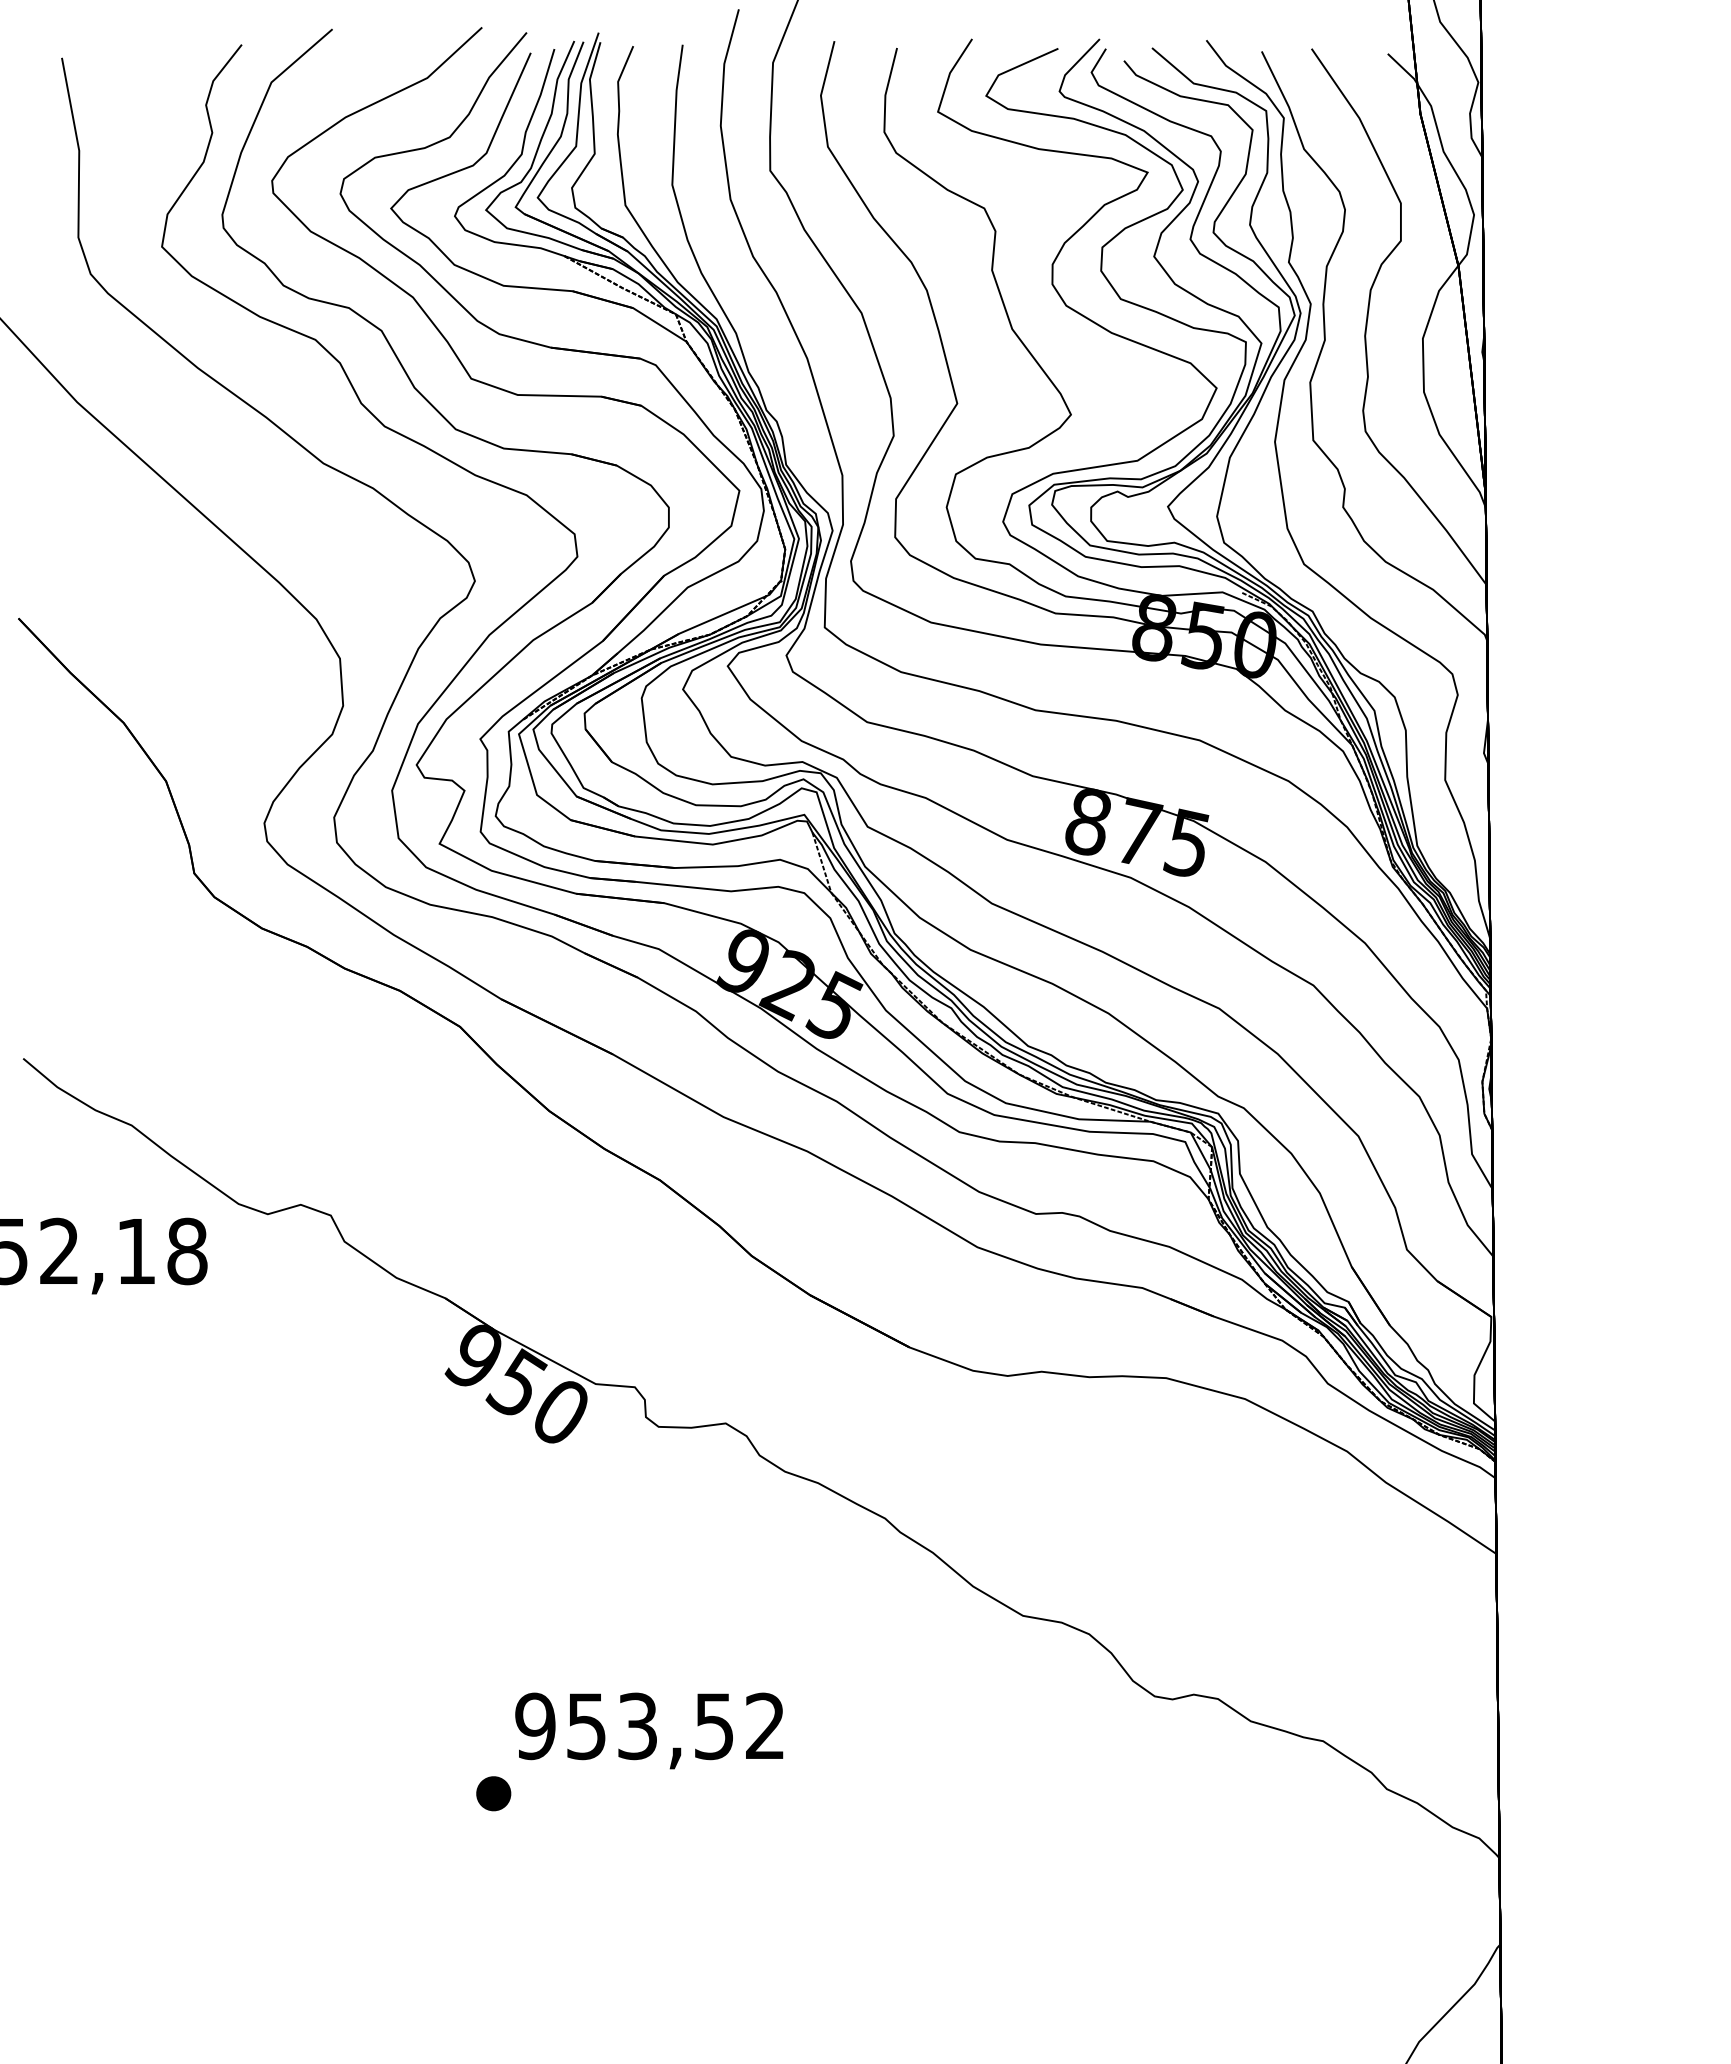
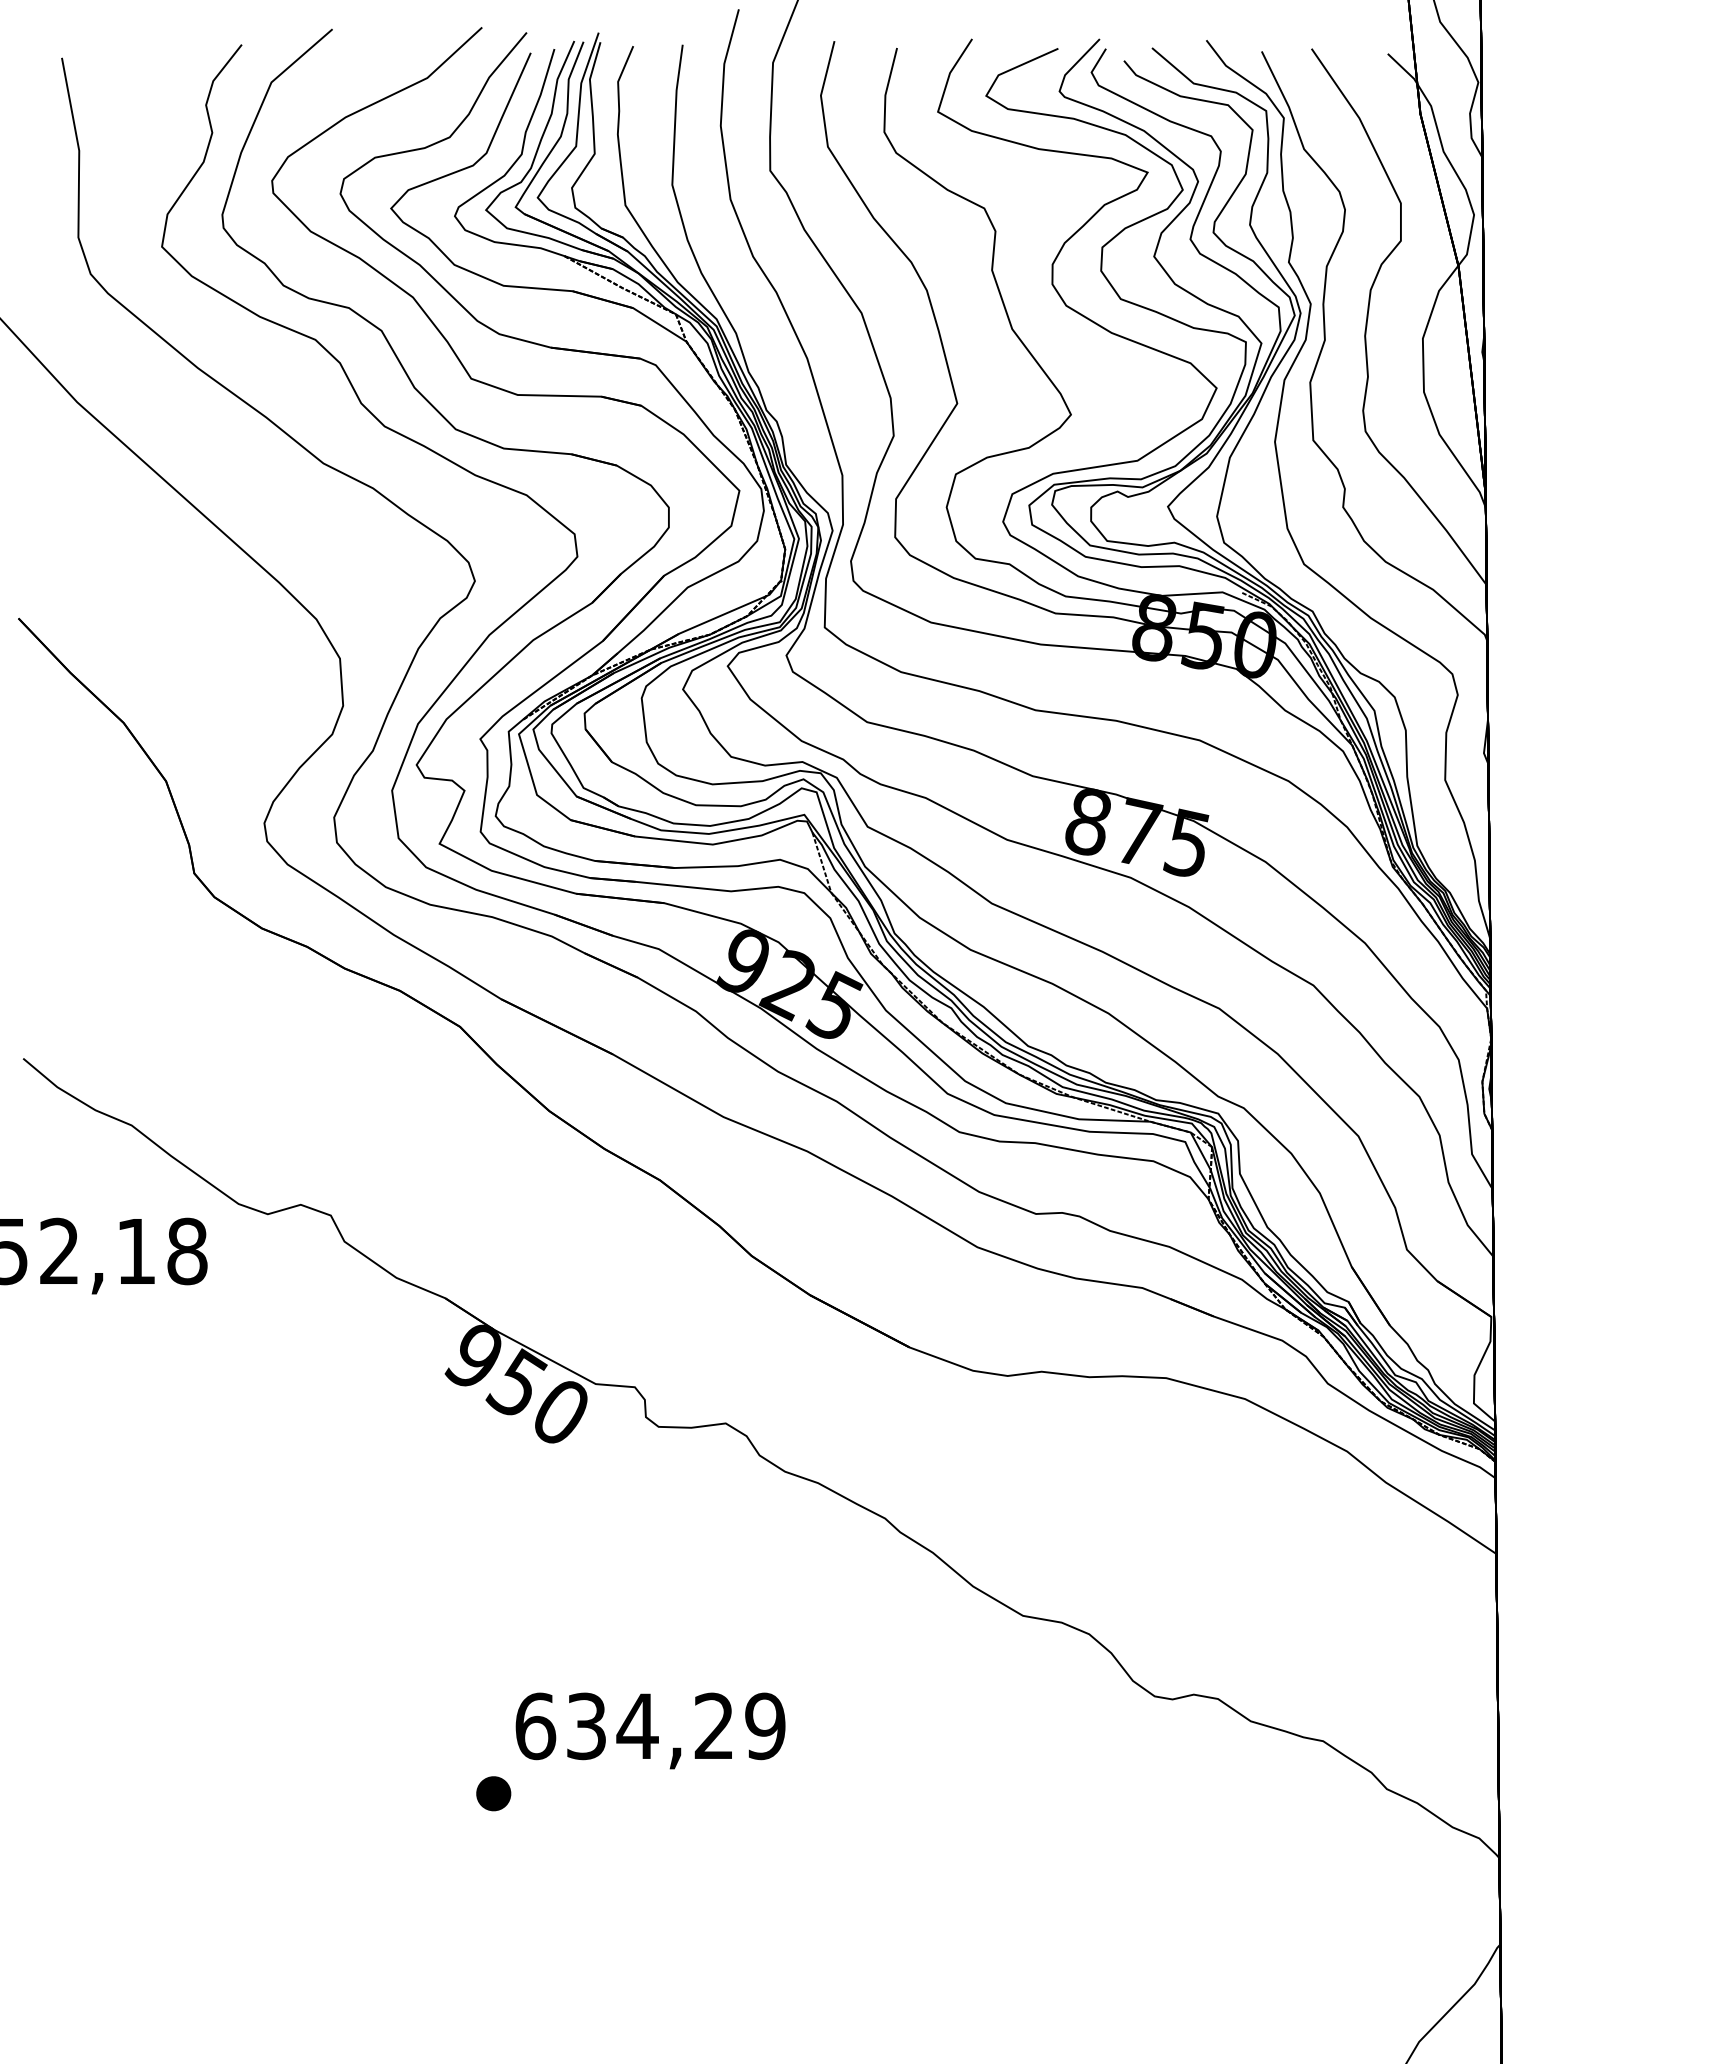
text at (650, 1726): 953,52 -> 634,29
